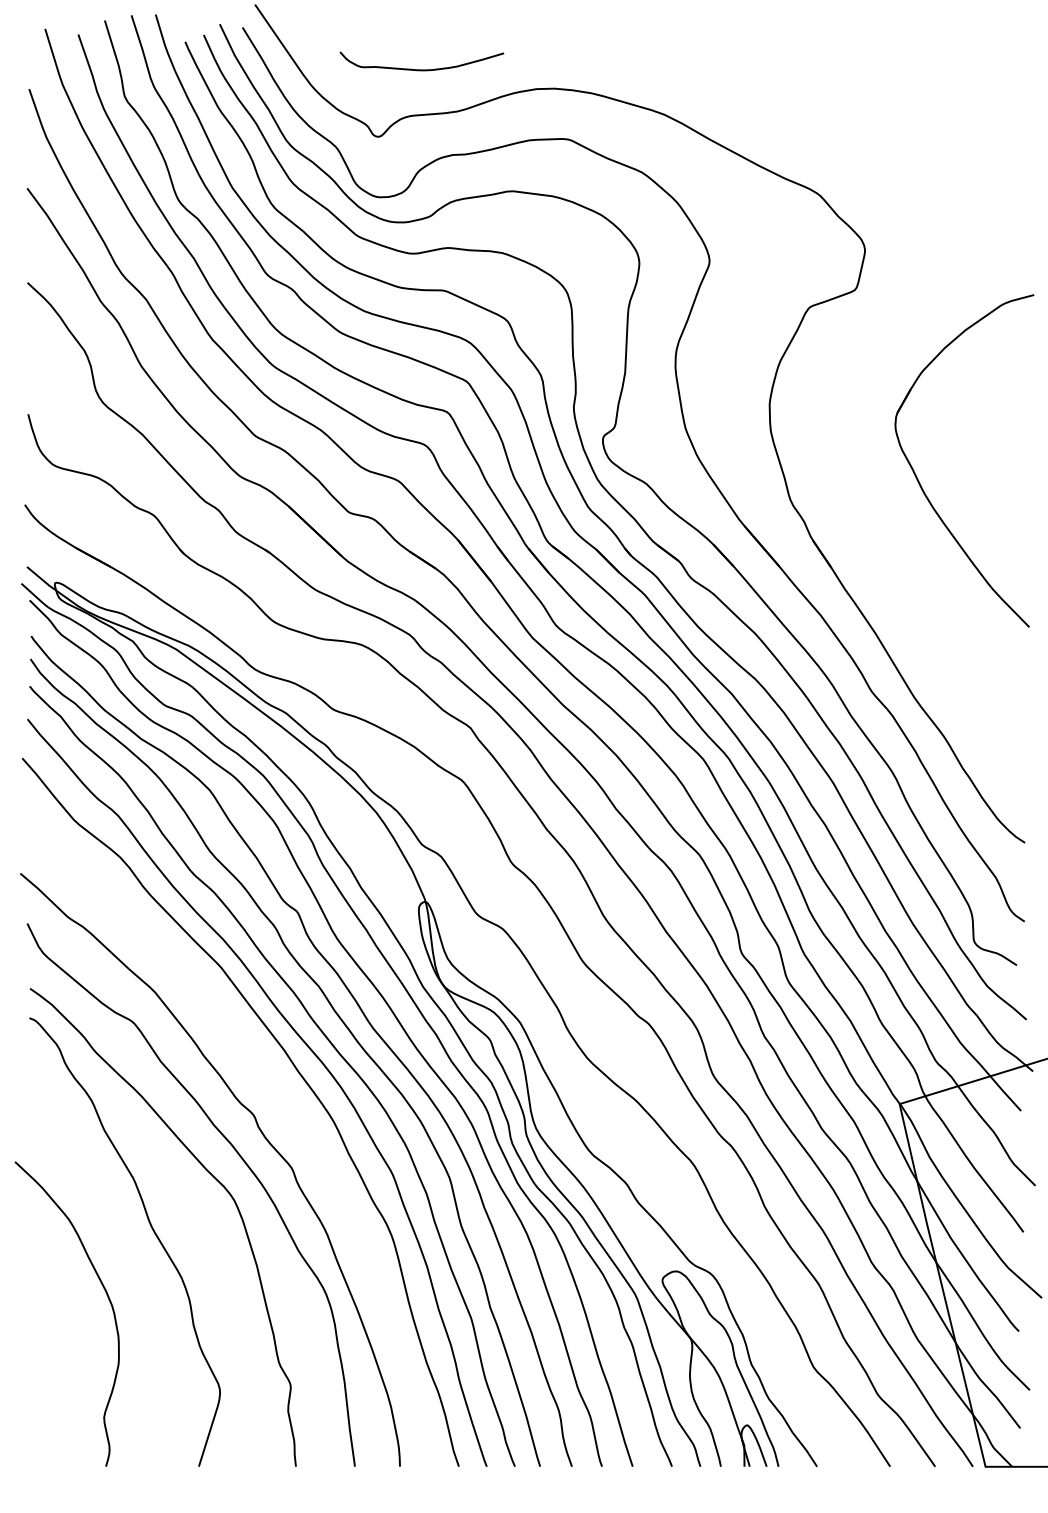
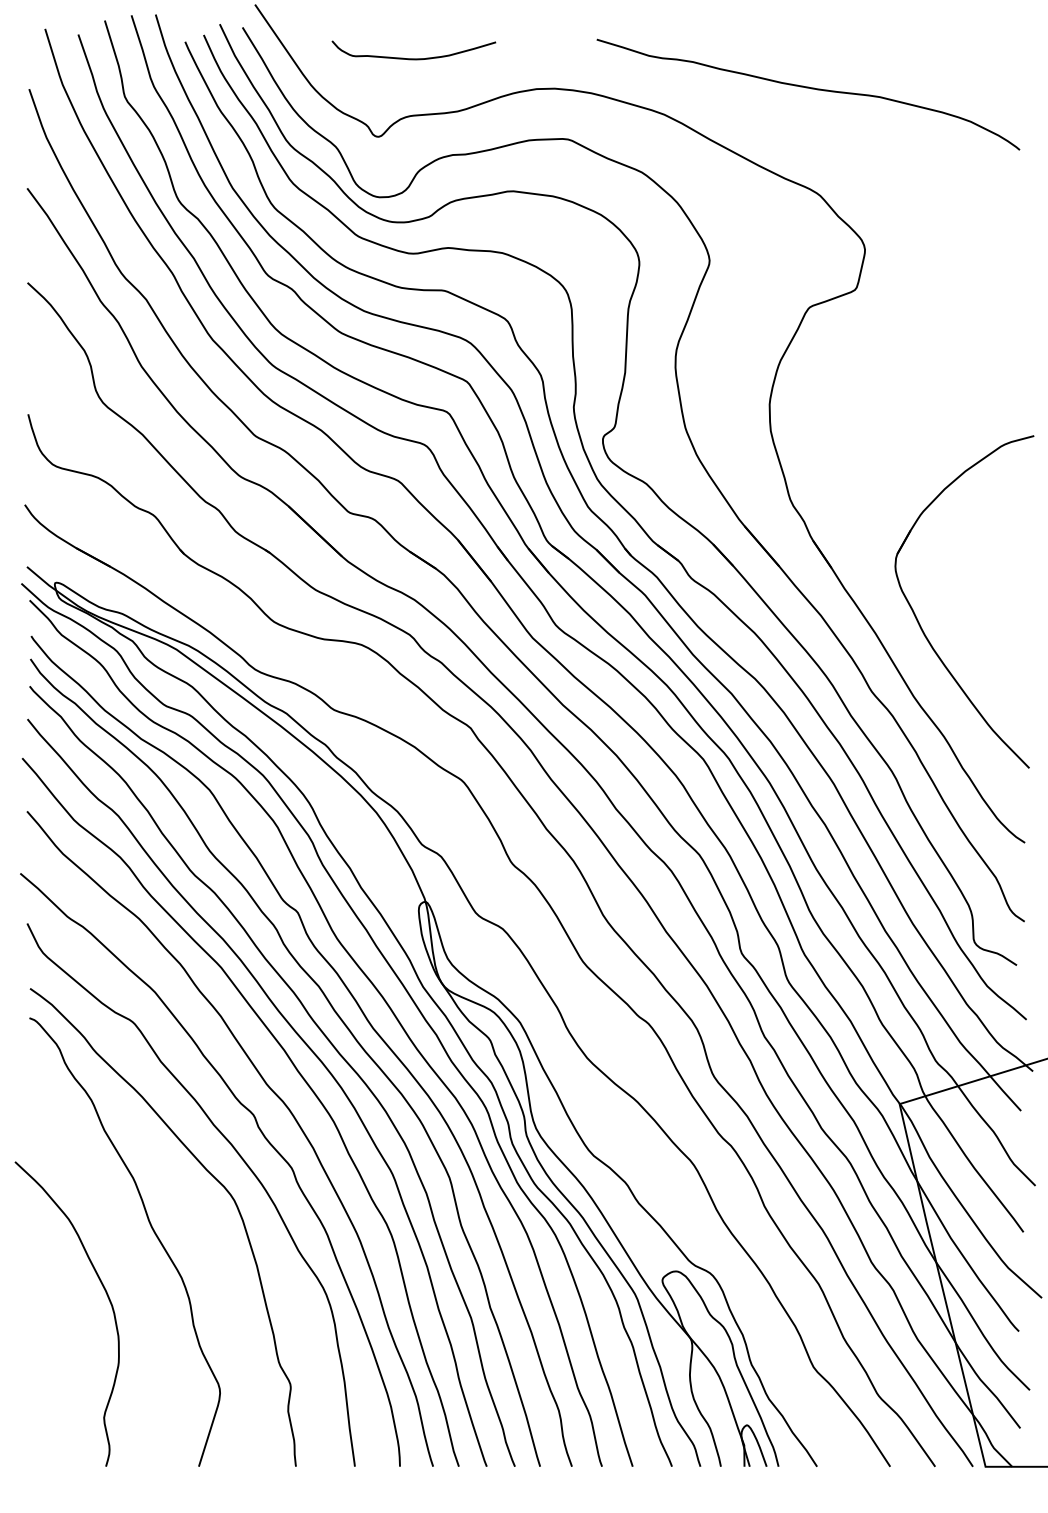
curve at (421, 69) position: (421, 69) -> (413, 58)
curve at (811, 89): none -> present
part at (917, 476) position: (917, 476) -> (917, 617)
curve at (273, 1093): none -> present
